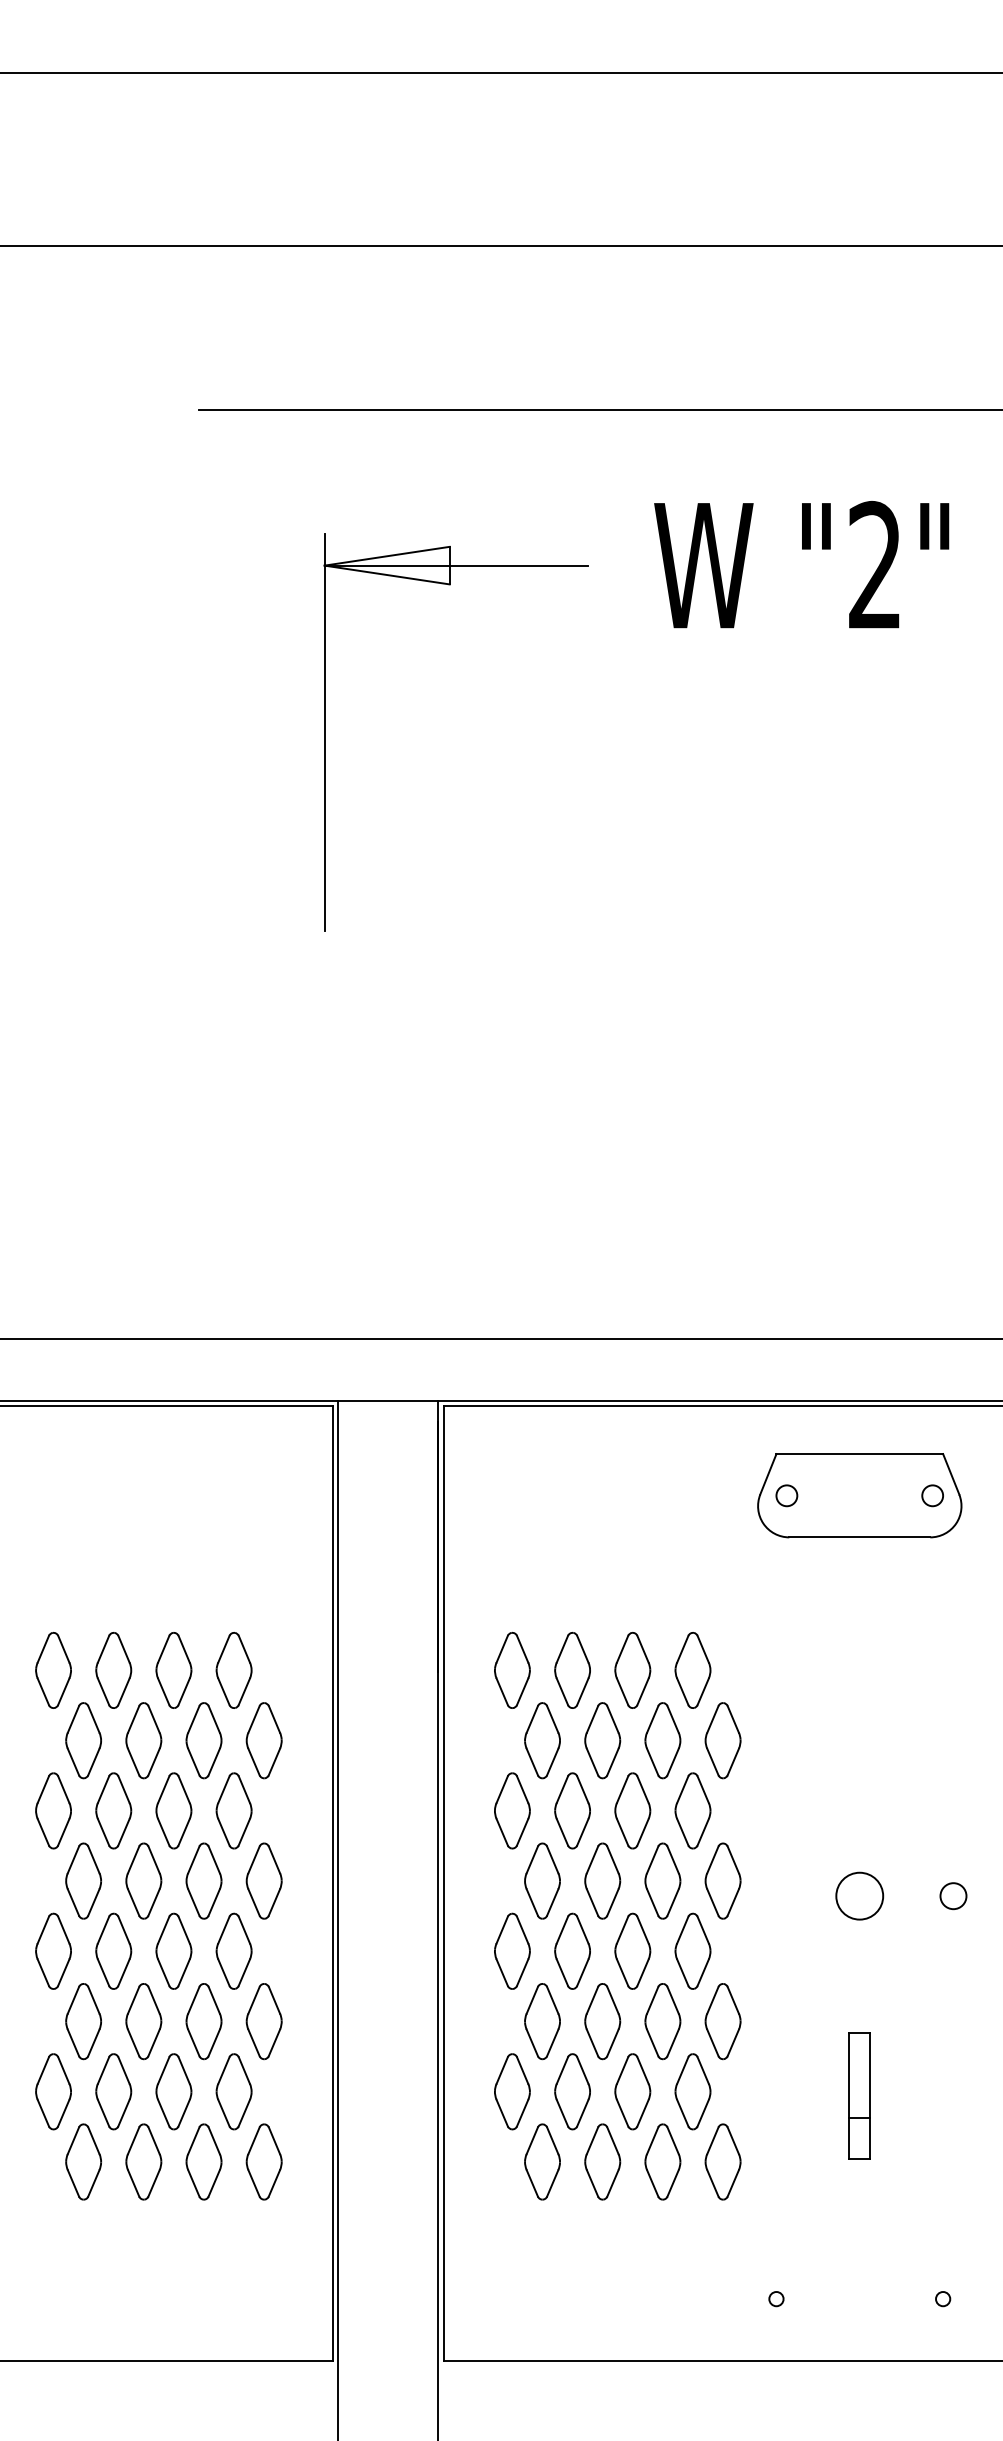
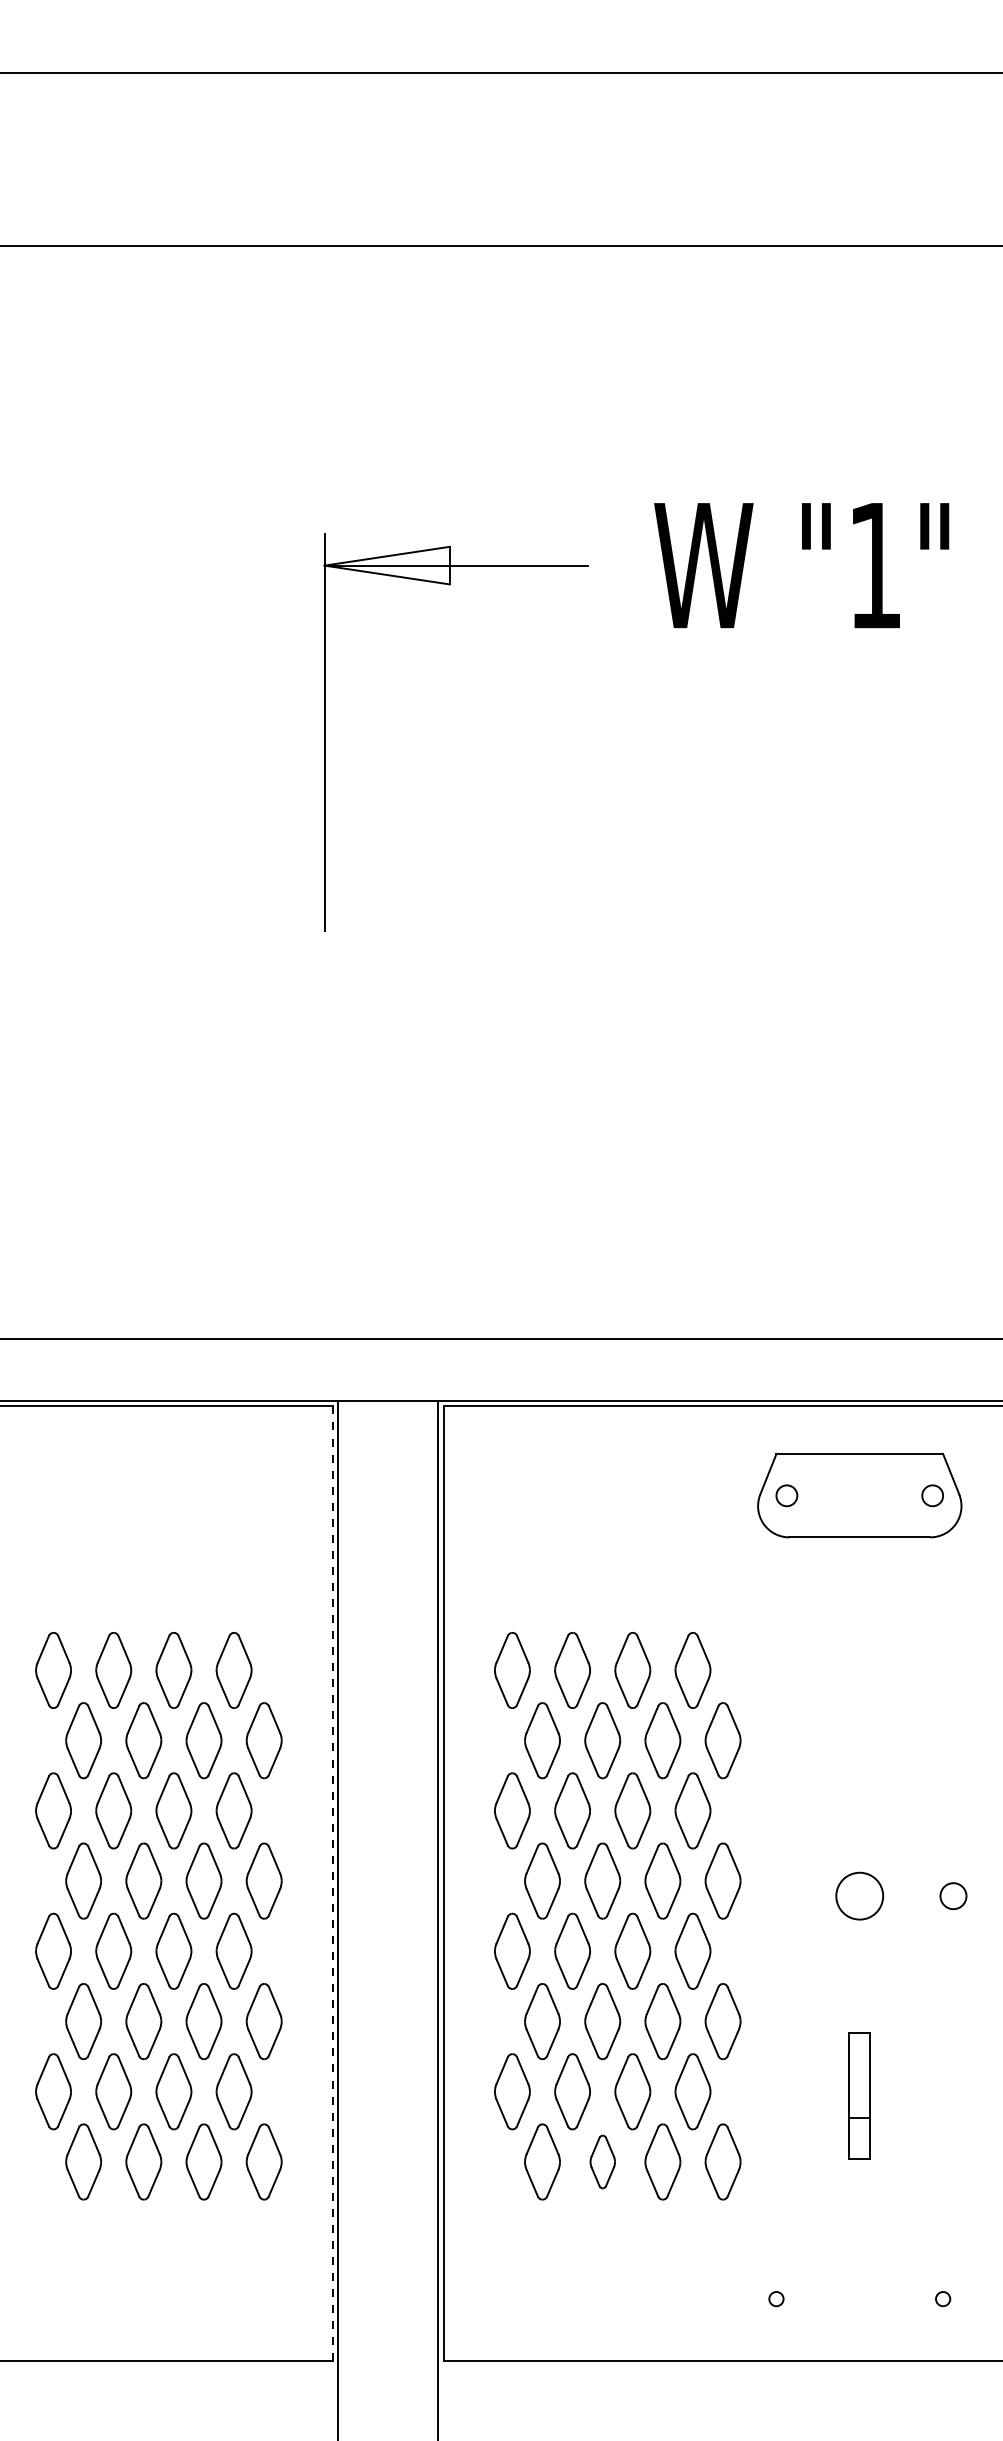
line at (598, 409): present -> none
text at (874, 564): "2" -> "1"
line at (332, 1884): solid -> dashed
part at (602, 2161) size: 38x78 px -> 27x56 px
